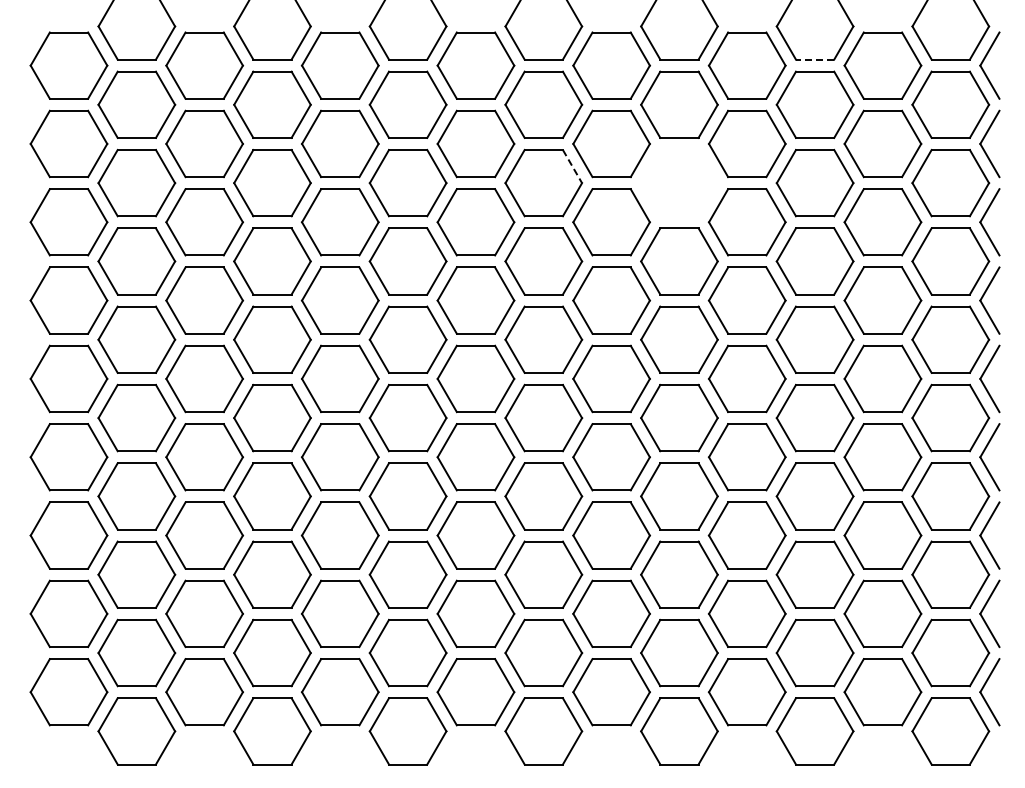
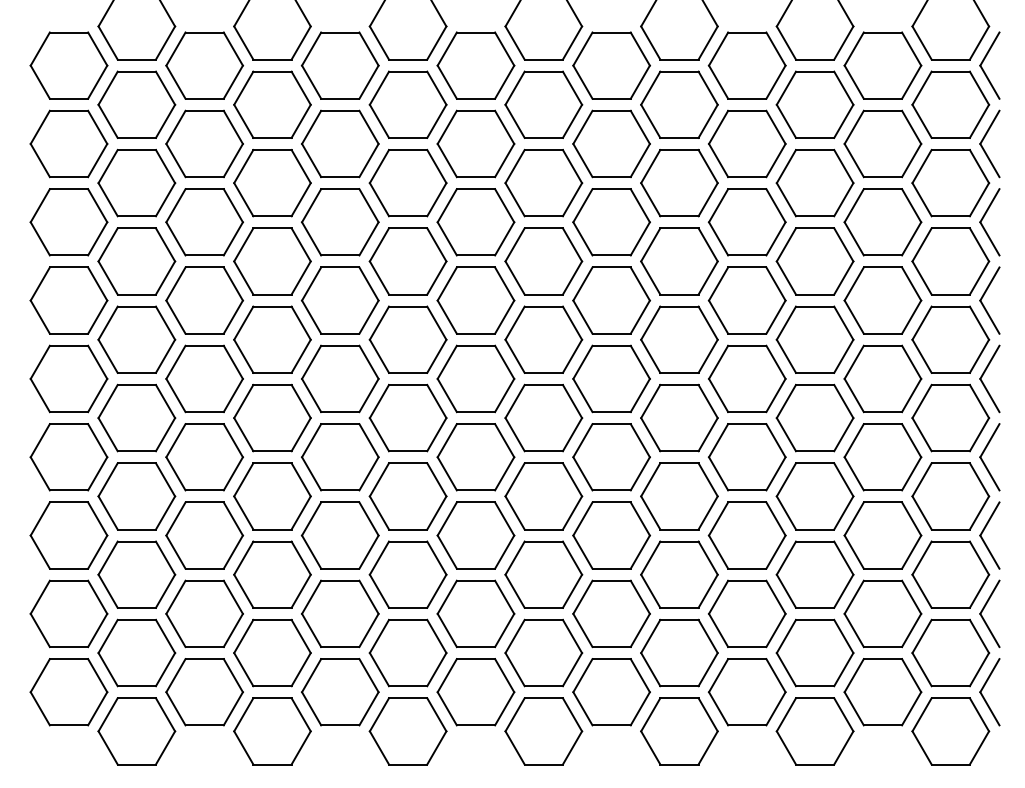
line at (814, 59): dashed -> solid
line at (572, 166): dashed -> solid
part at (679, 183): none -> present
